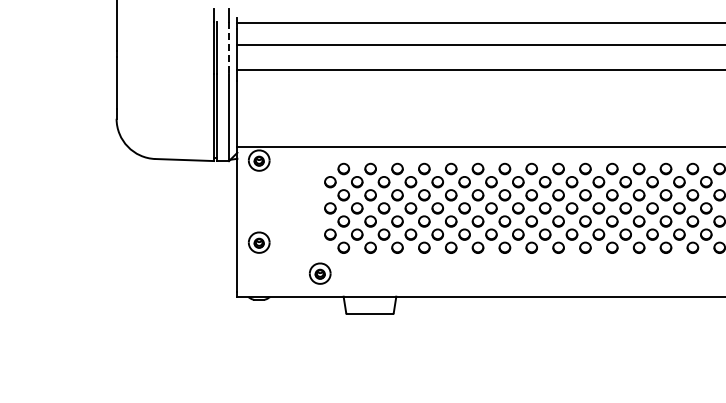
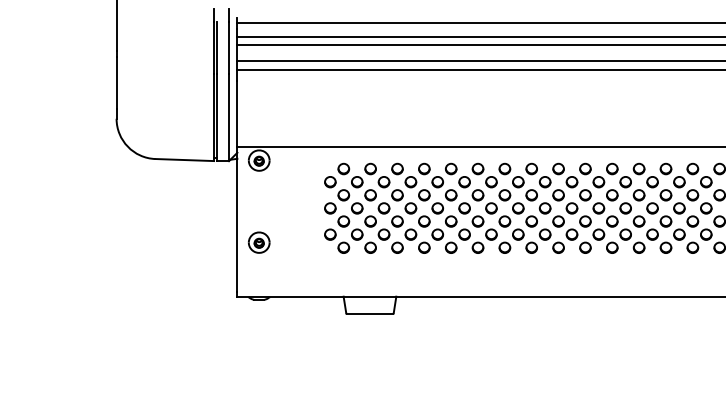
line at (479, 36): none -> present
line at (229, 48): dashed -> solid
line at (479, 61): none -> present
part at (320, 273): present -> none
